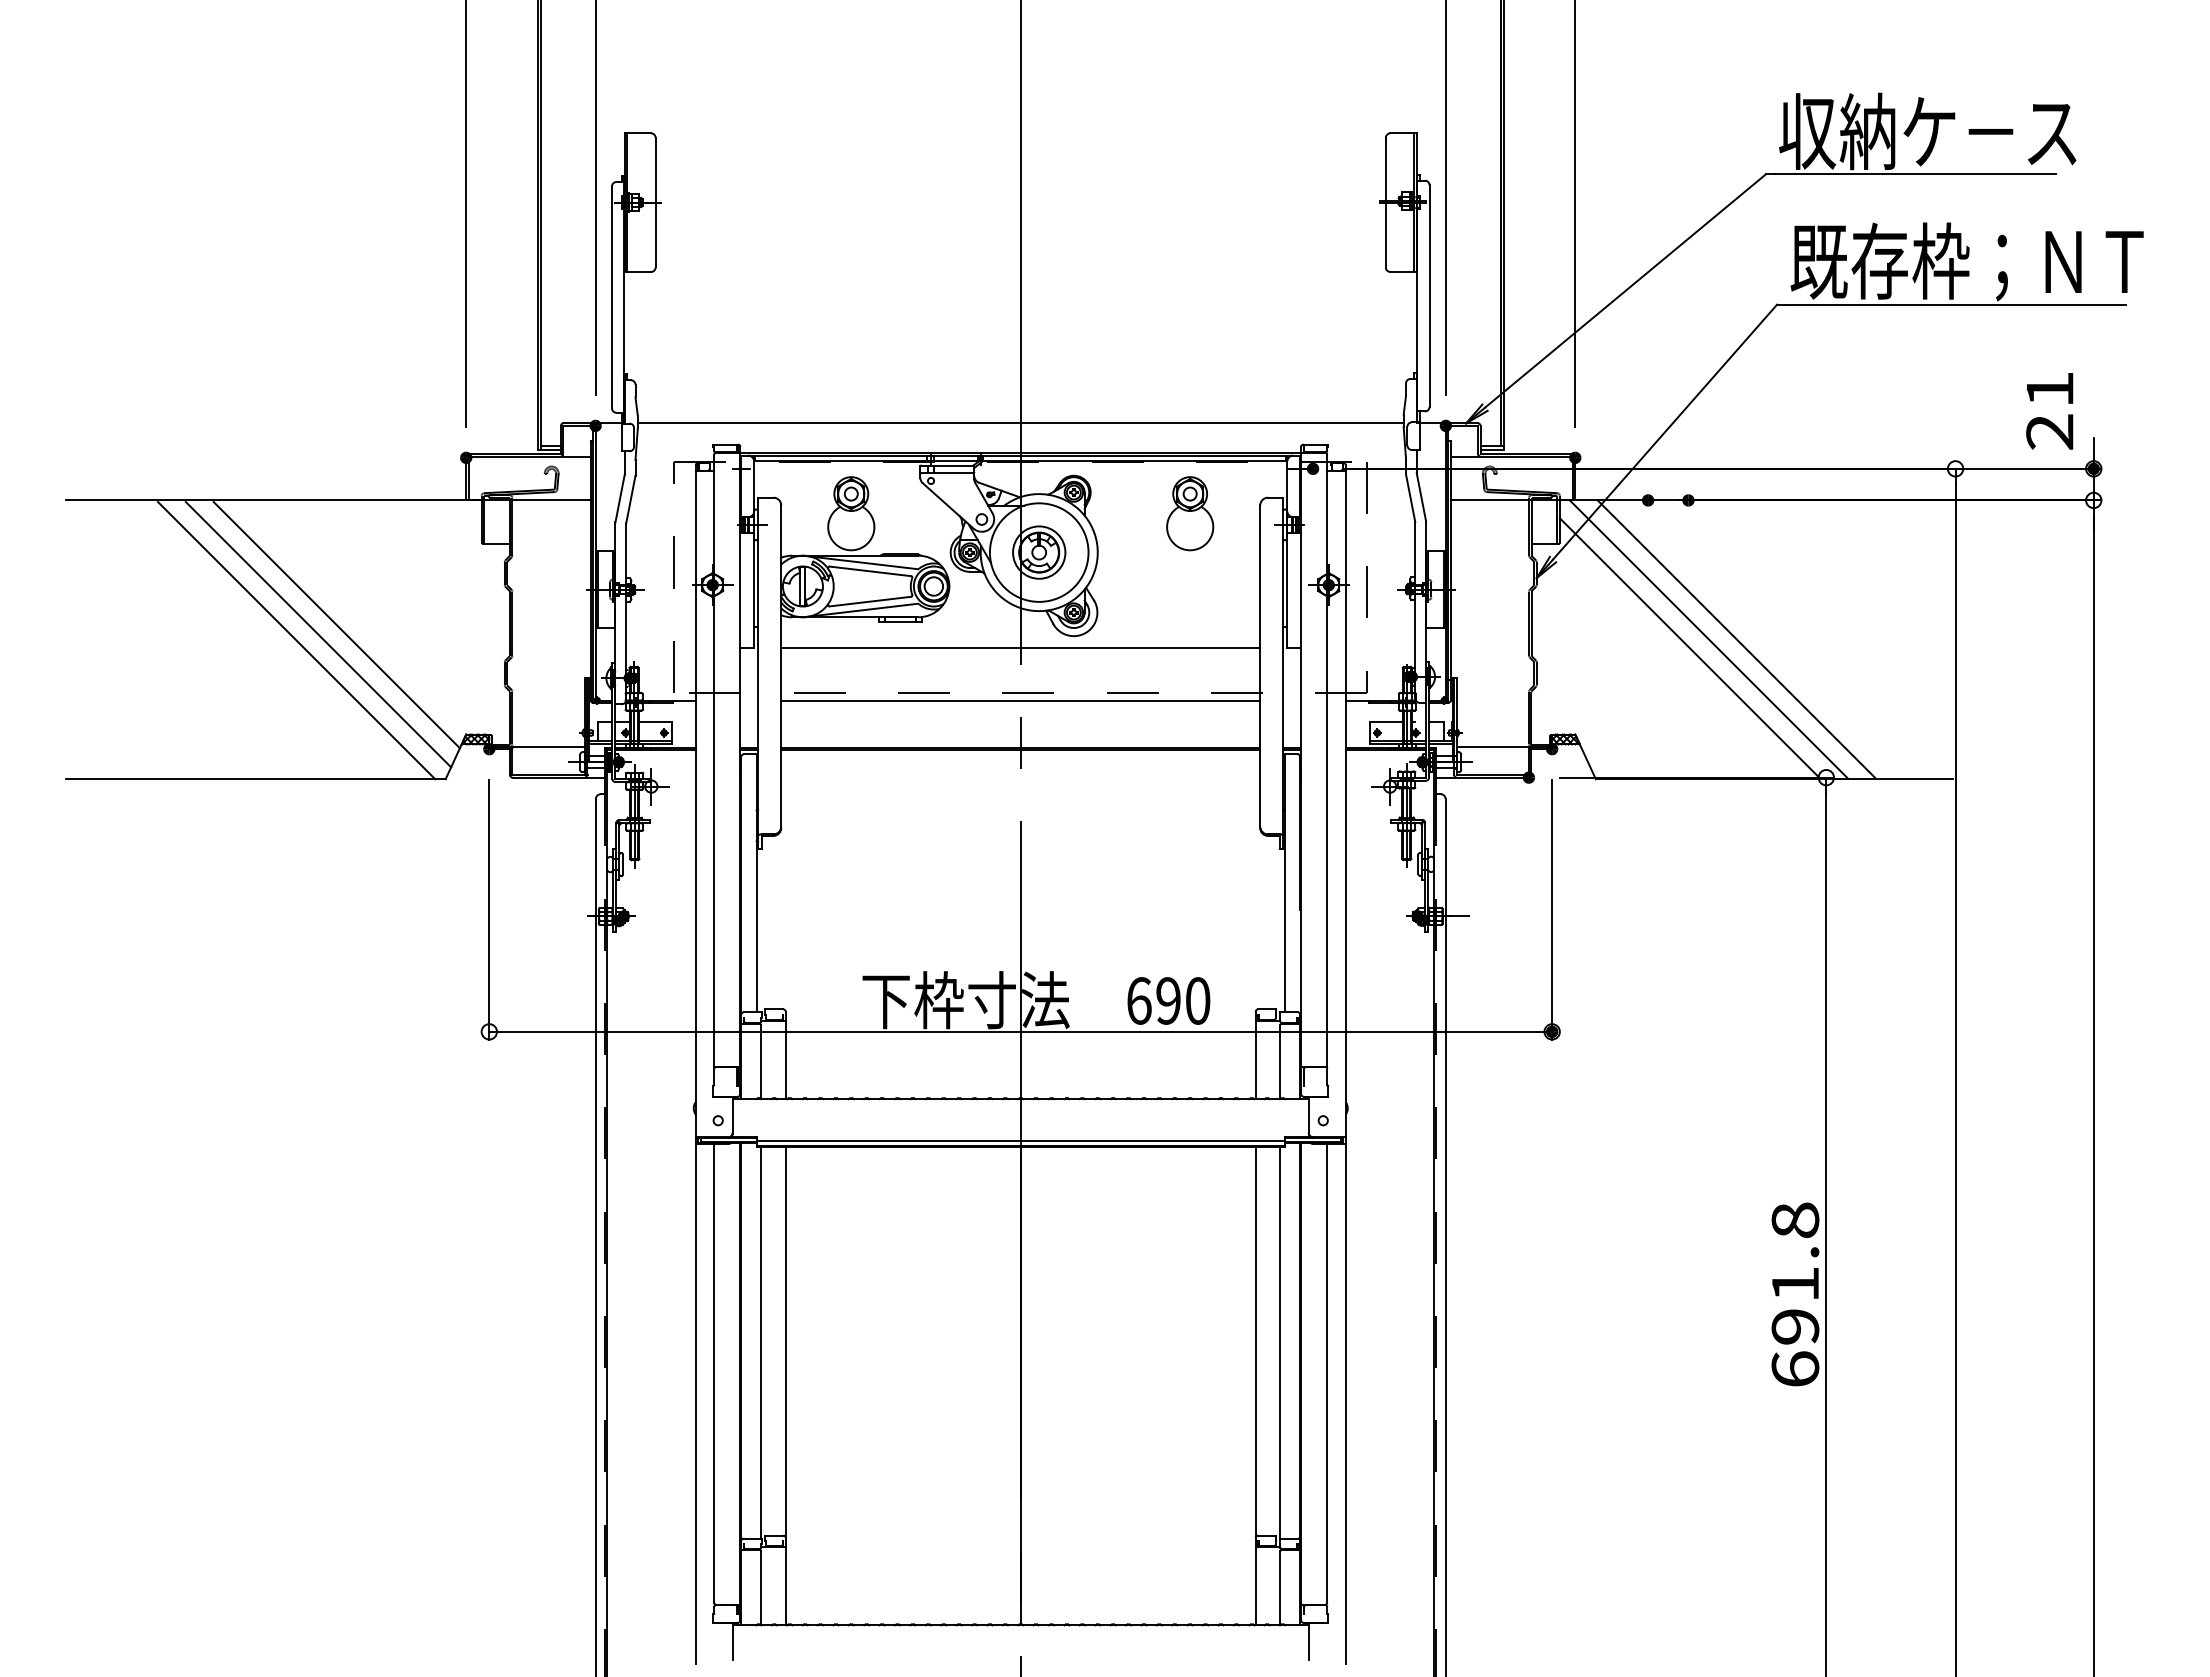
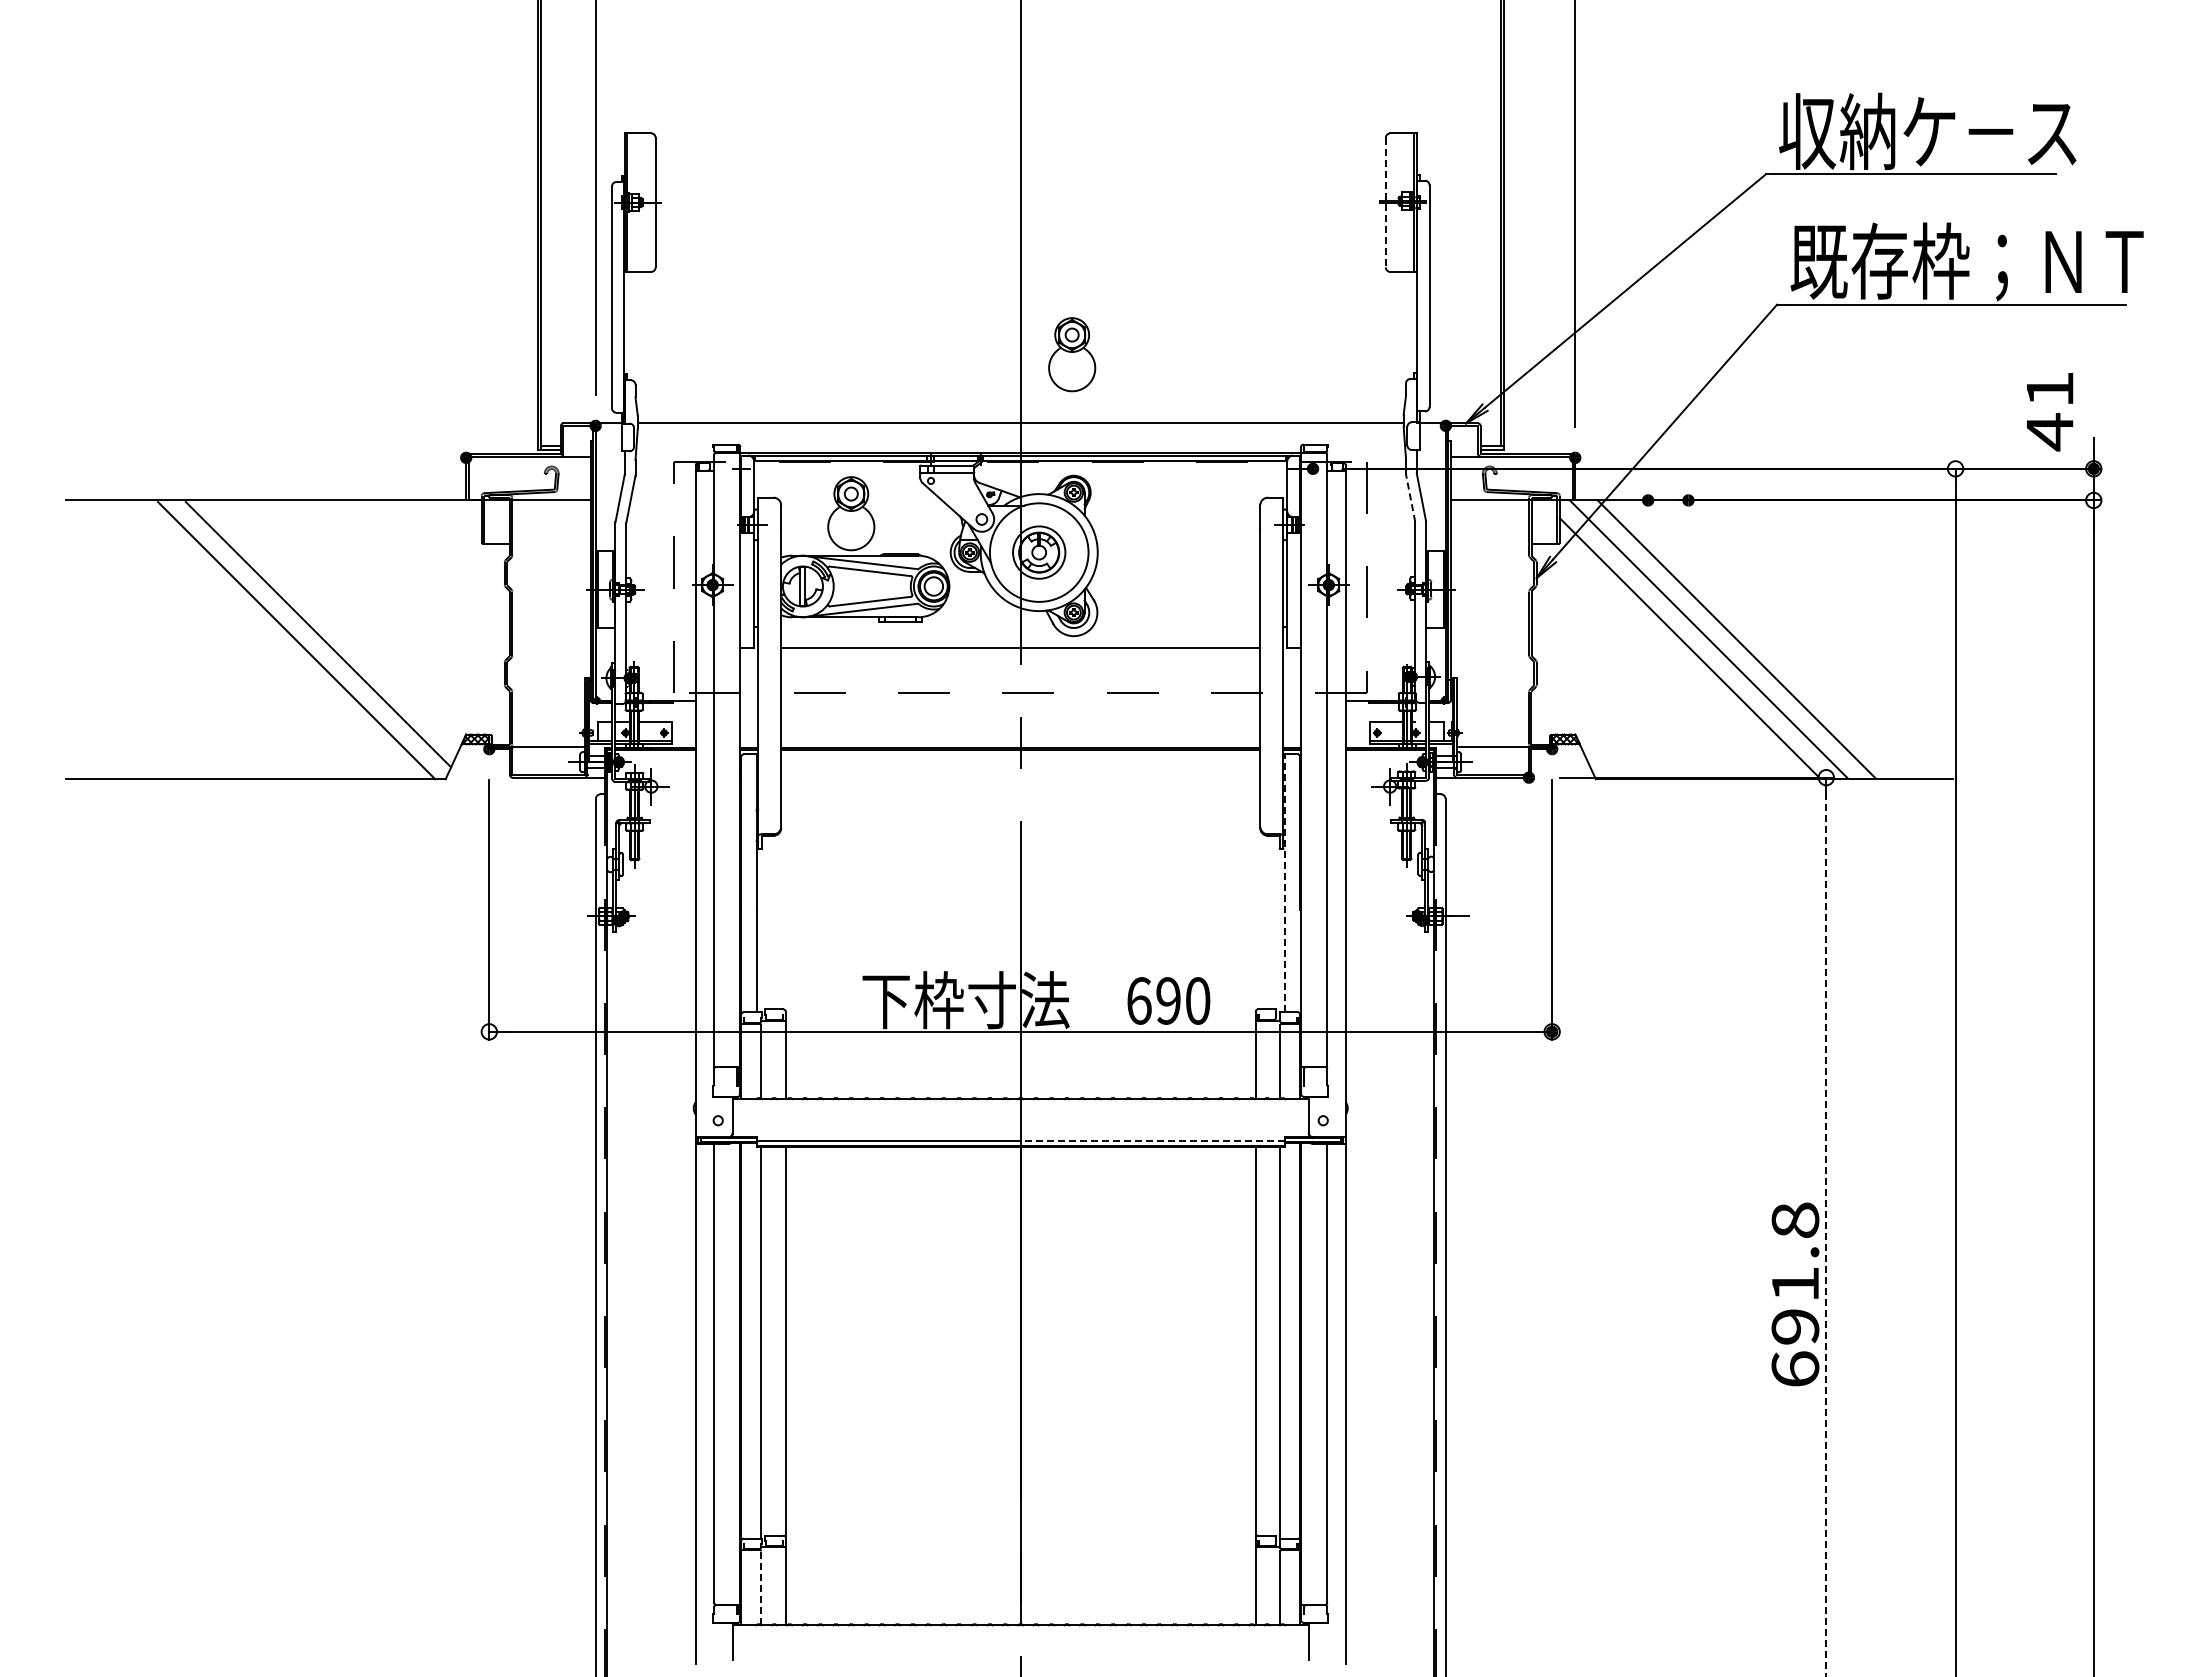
line at (1445, 198): present -> none
line at (1385, 202): solid -> dashed
line at (466, 214): present -> none
text at (2049, 432): 21 -> 41
line at (1410, 497): solid -> dashed
part at (1190, 513) position: (1190, 513) -> (1072, 354)
line at (336, 624): present -> none
line at (1020, 700): present -> none
line at (1284, 883): solid -> dashed
line at (1152, 1141): solid -> dashed
line at (1826, 1234): solid -> dashed
line at (761, 1588): solid -> dashed
